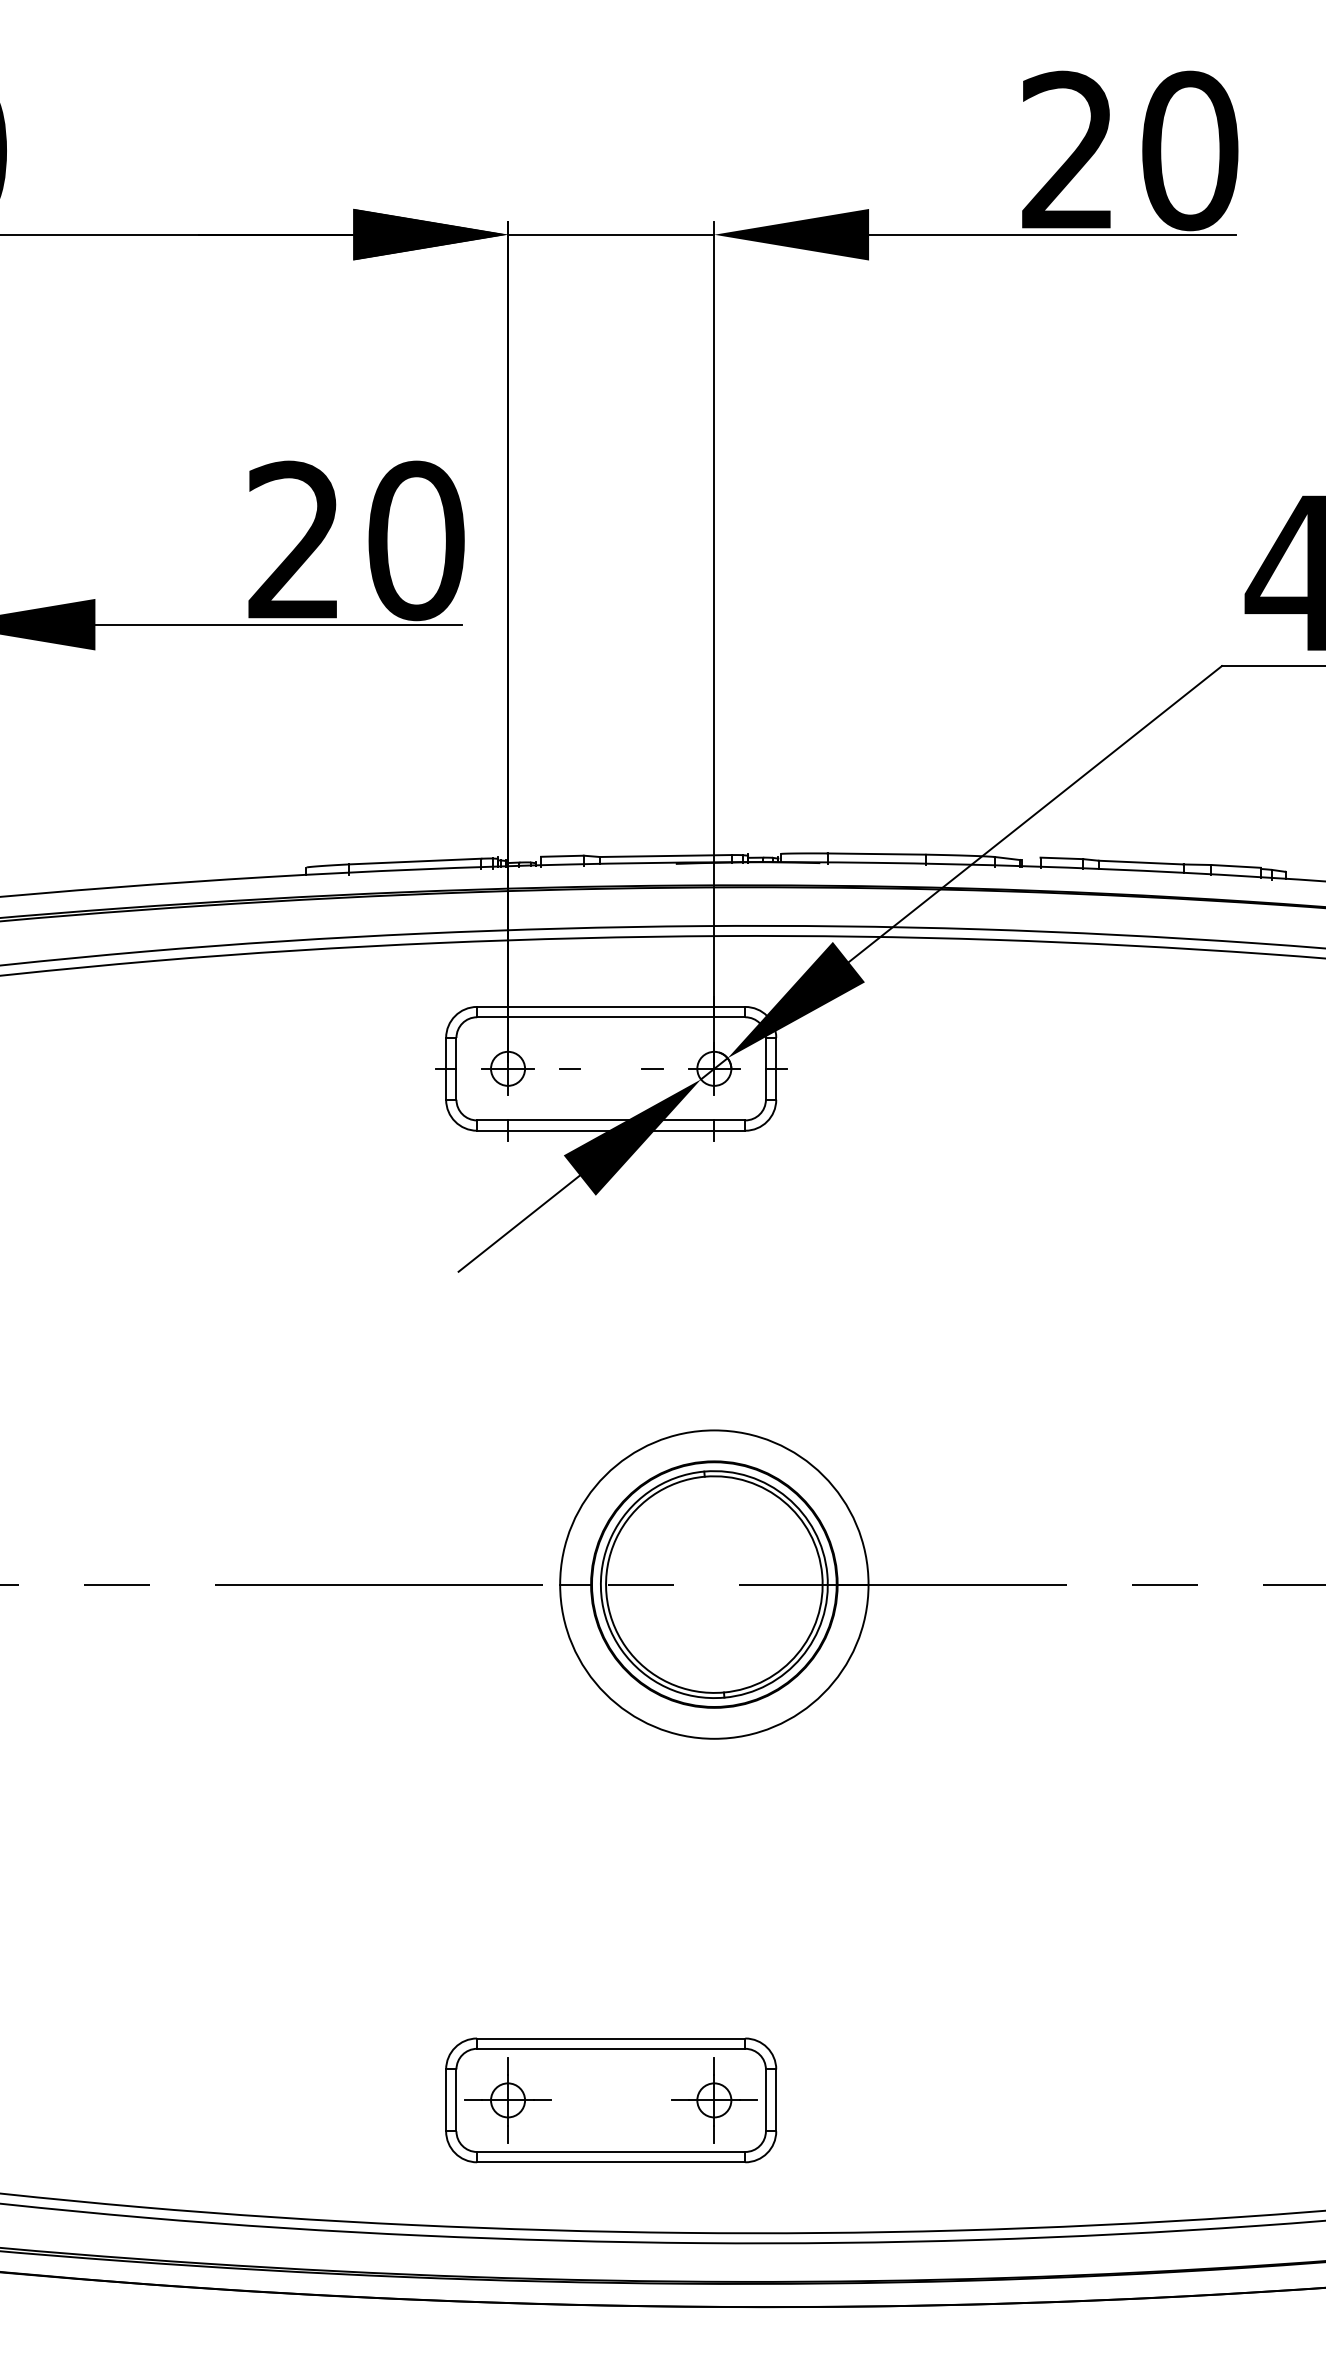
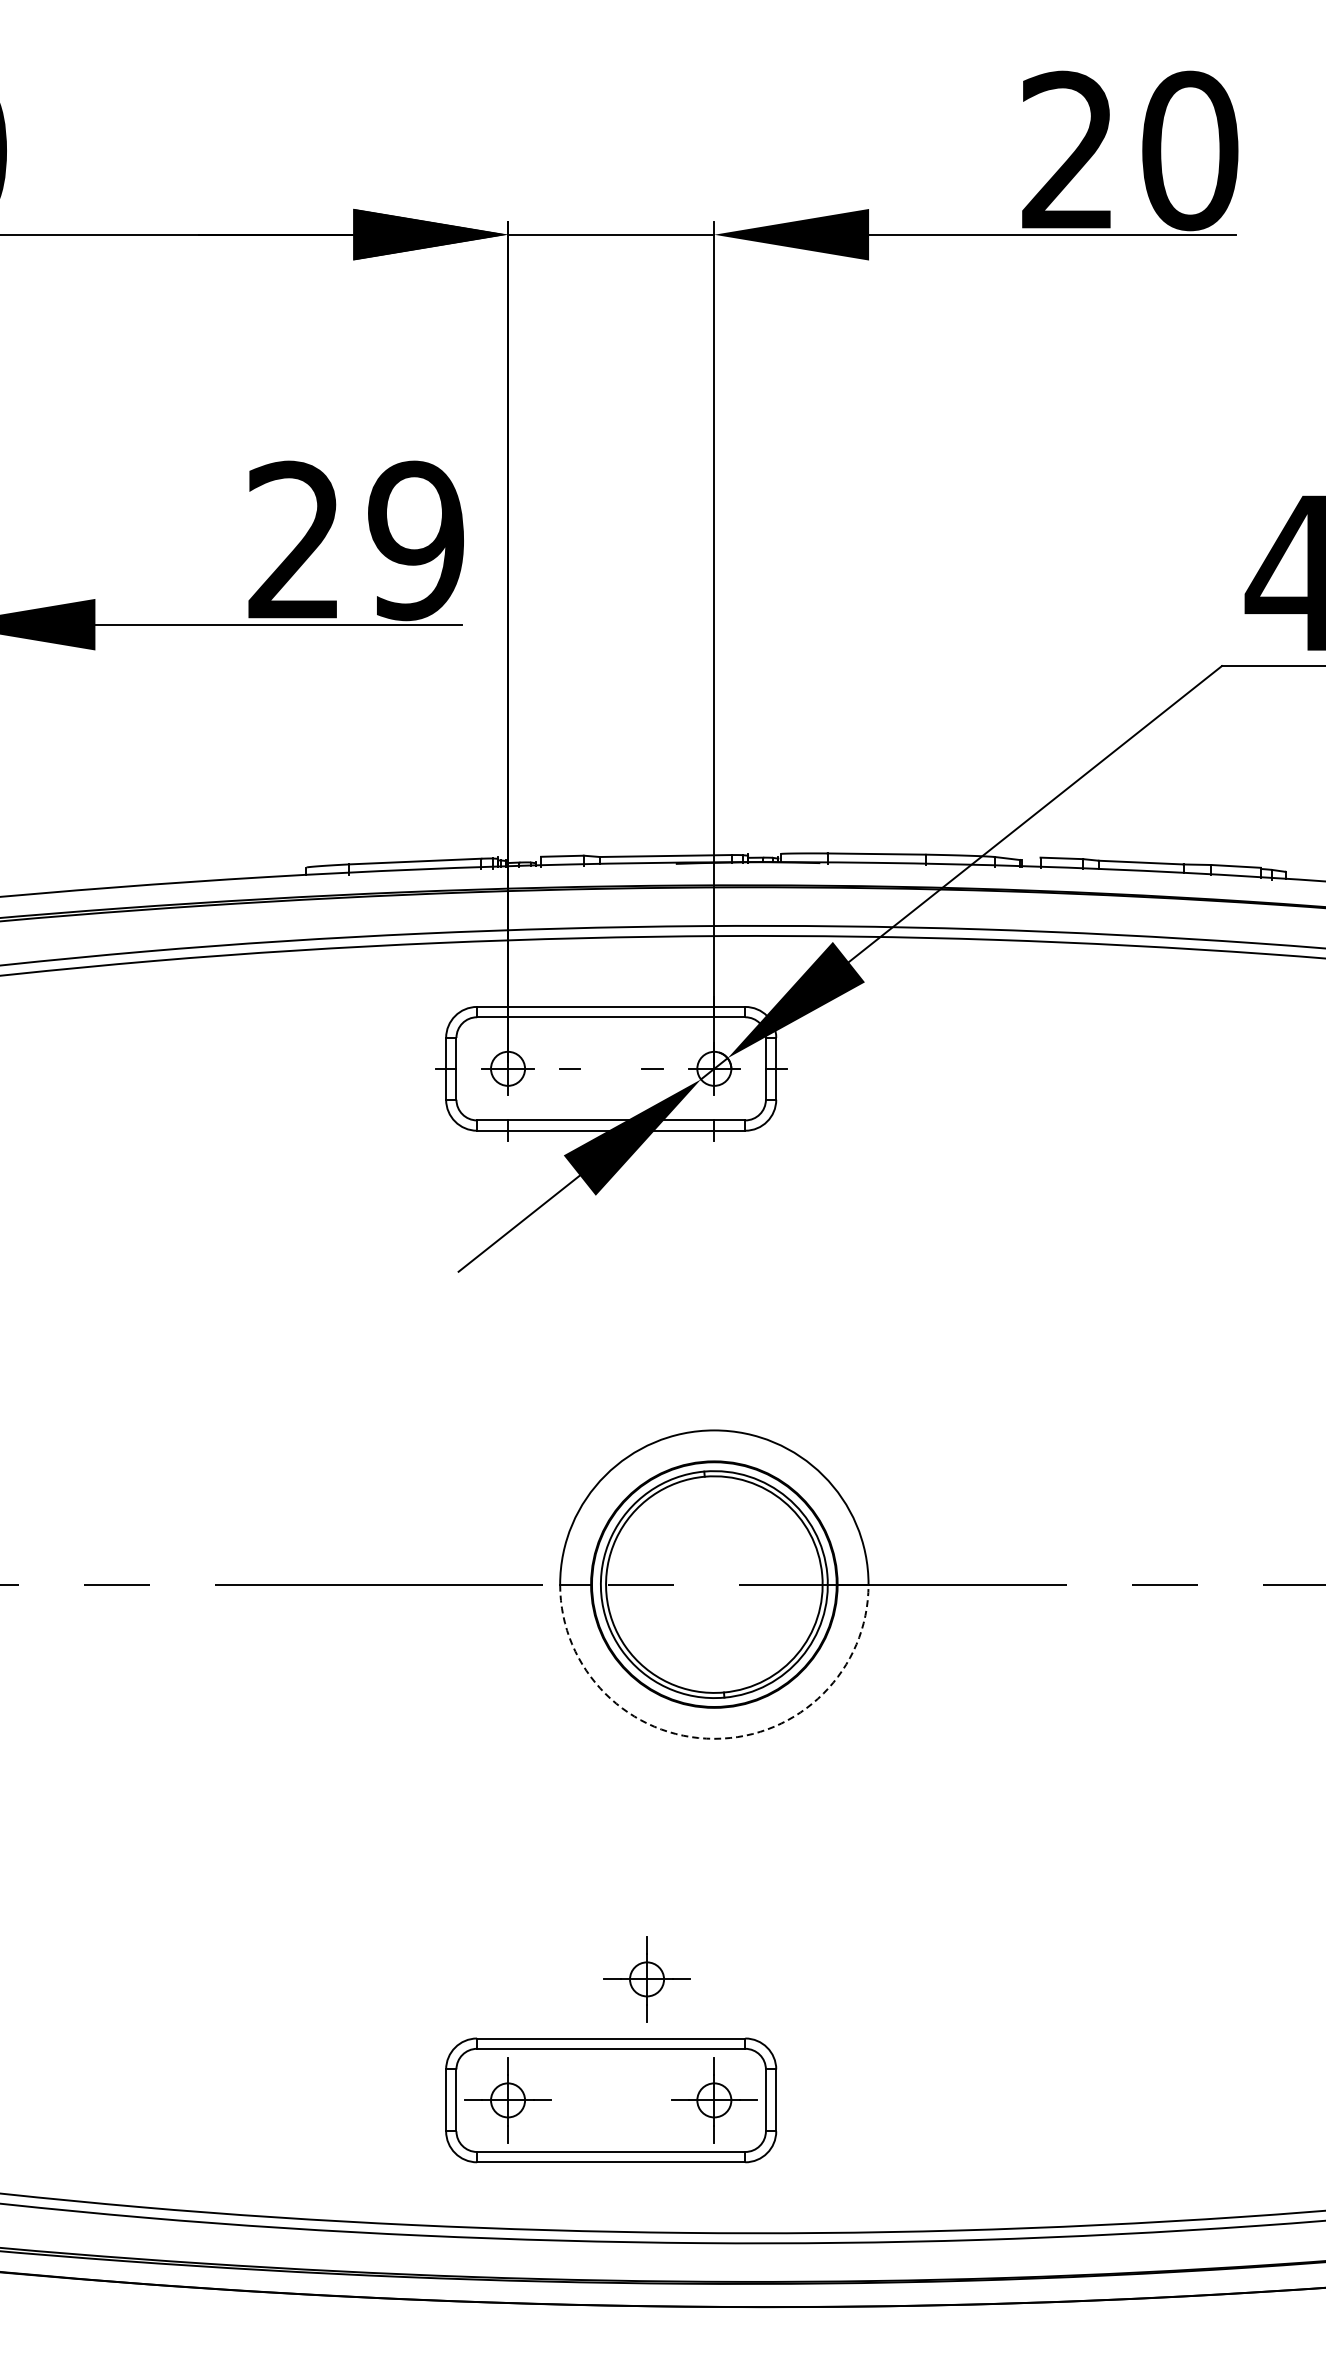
text at (416, 540): 20 -> 29
arc at (714, 1738): solid -> dashed
part at (646, 1979): none -> present
